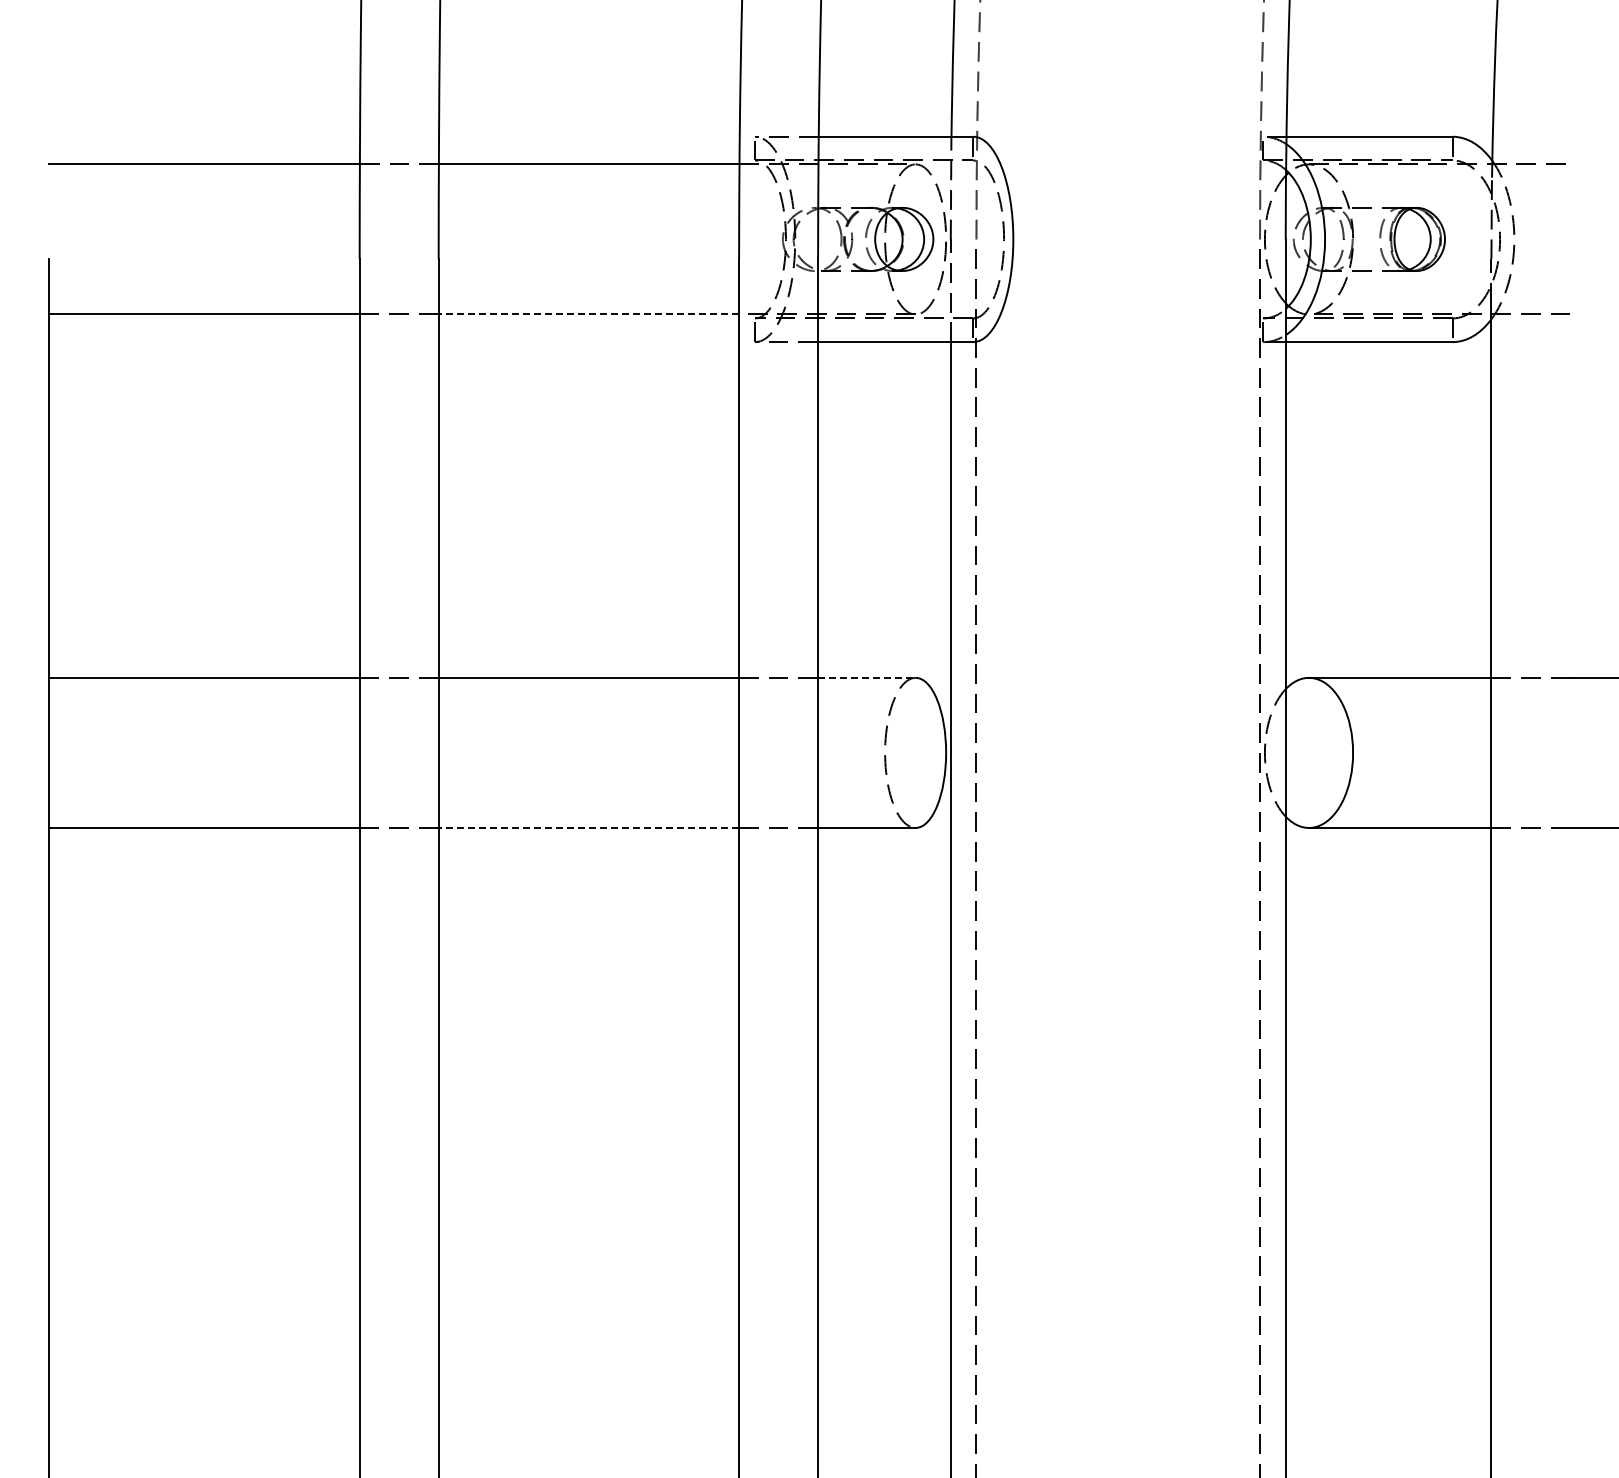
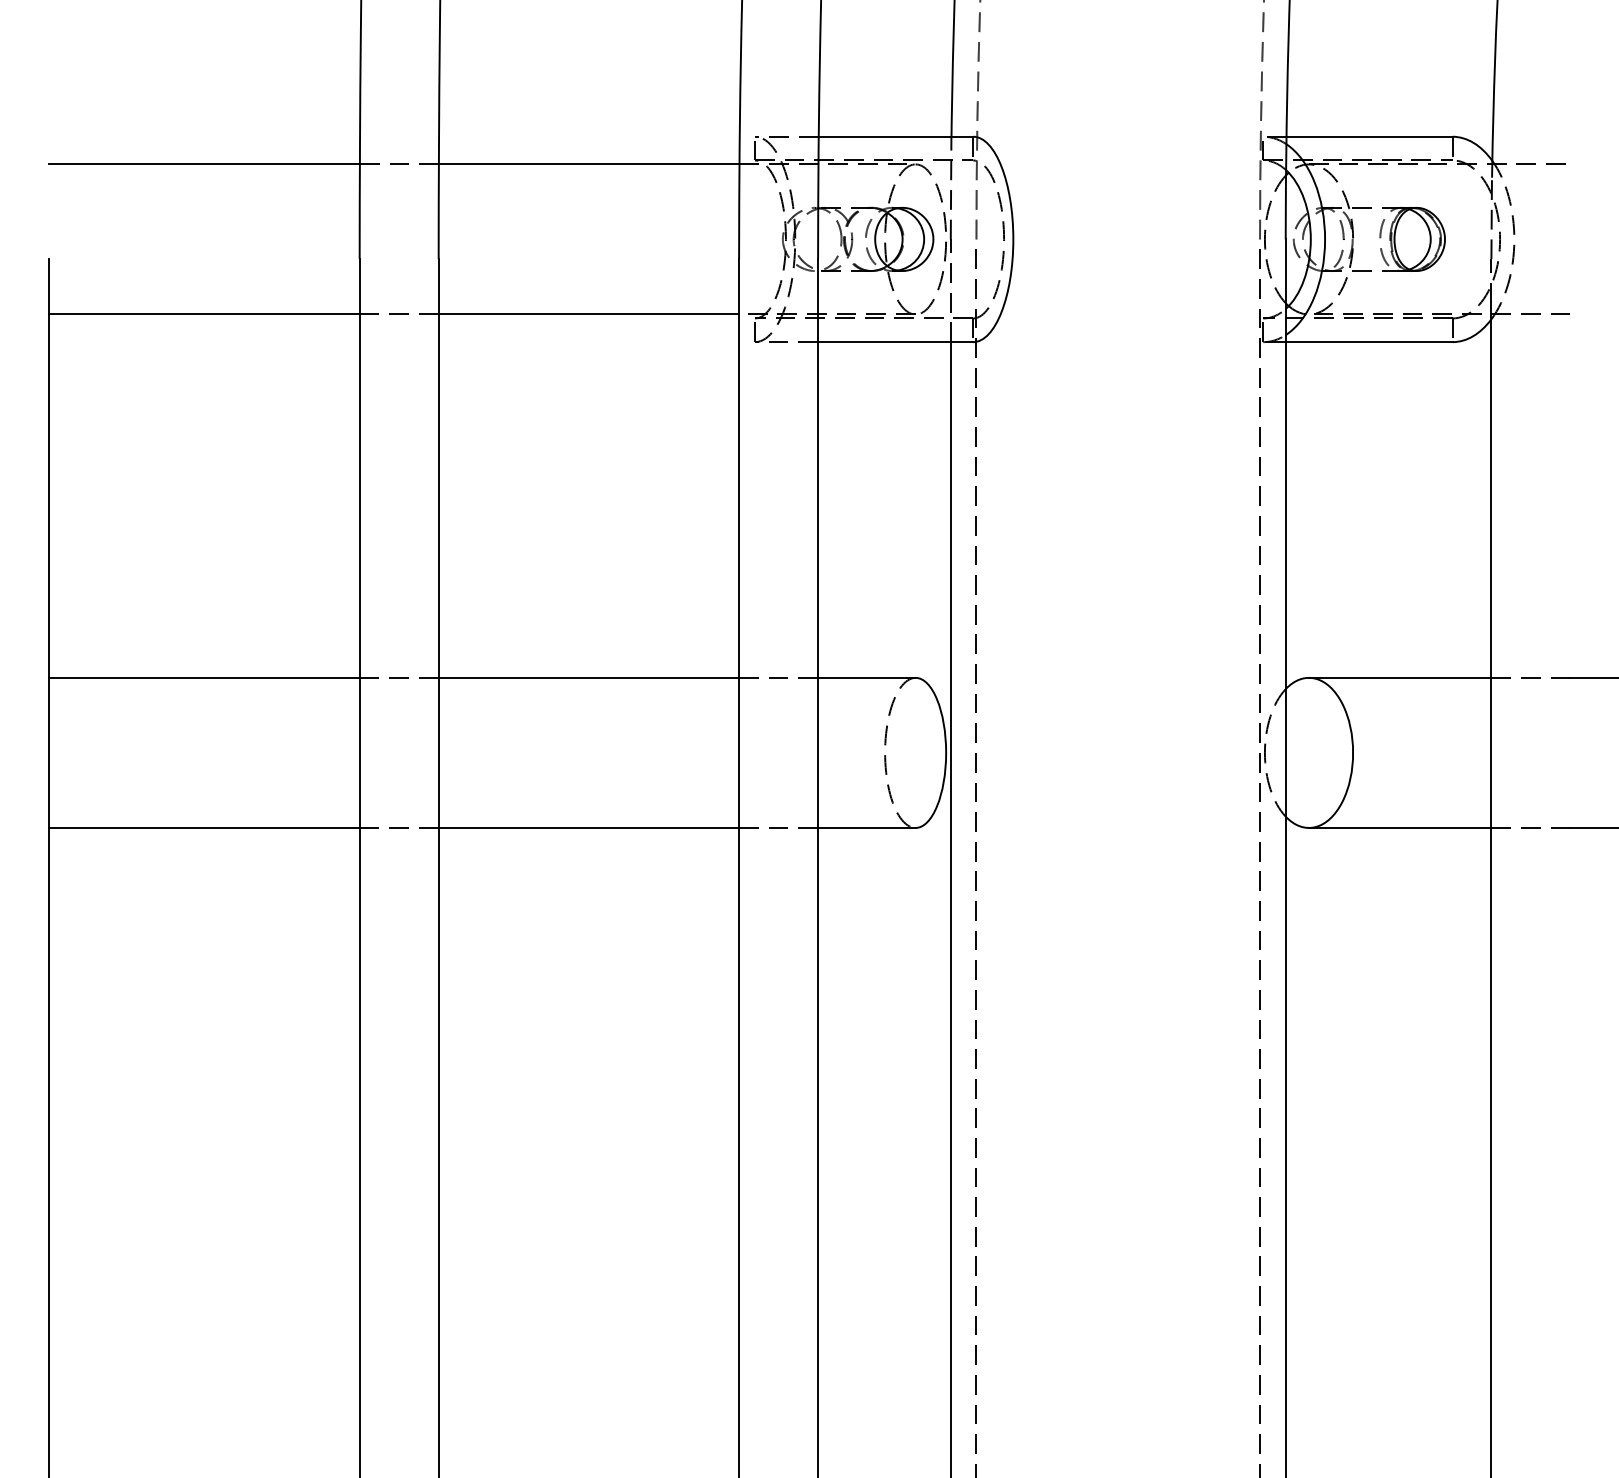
line at (588, 314): dashed -> solid
line at (866, 677): dashed -> solid
line at (588, 827): dashed -> solid
